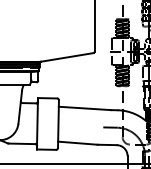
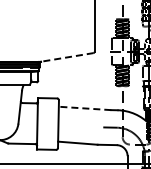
line at (67, 57): solid -> dashed
line at (84, 108): solid -> dashed
